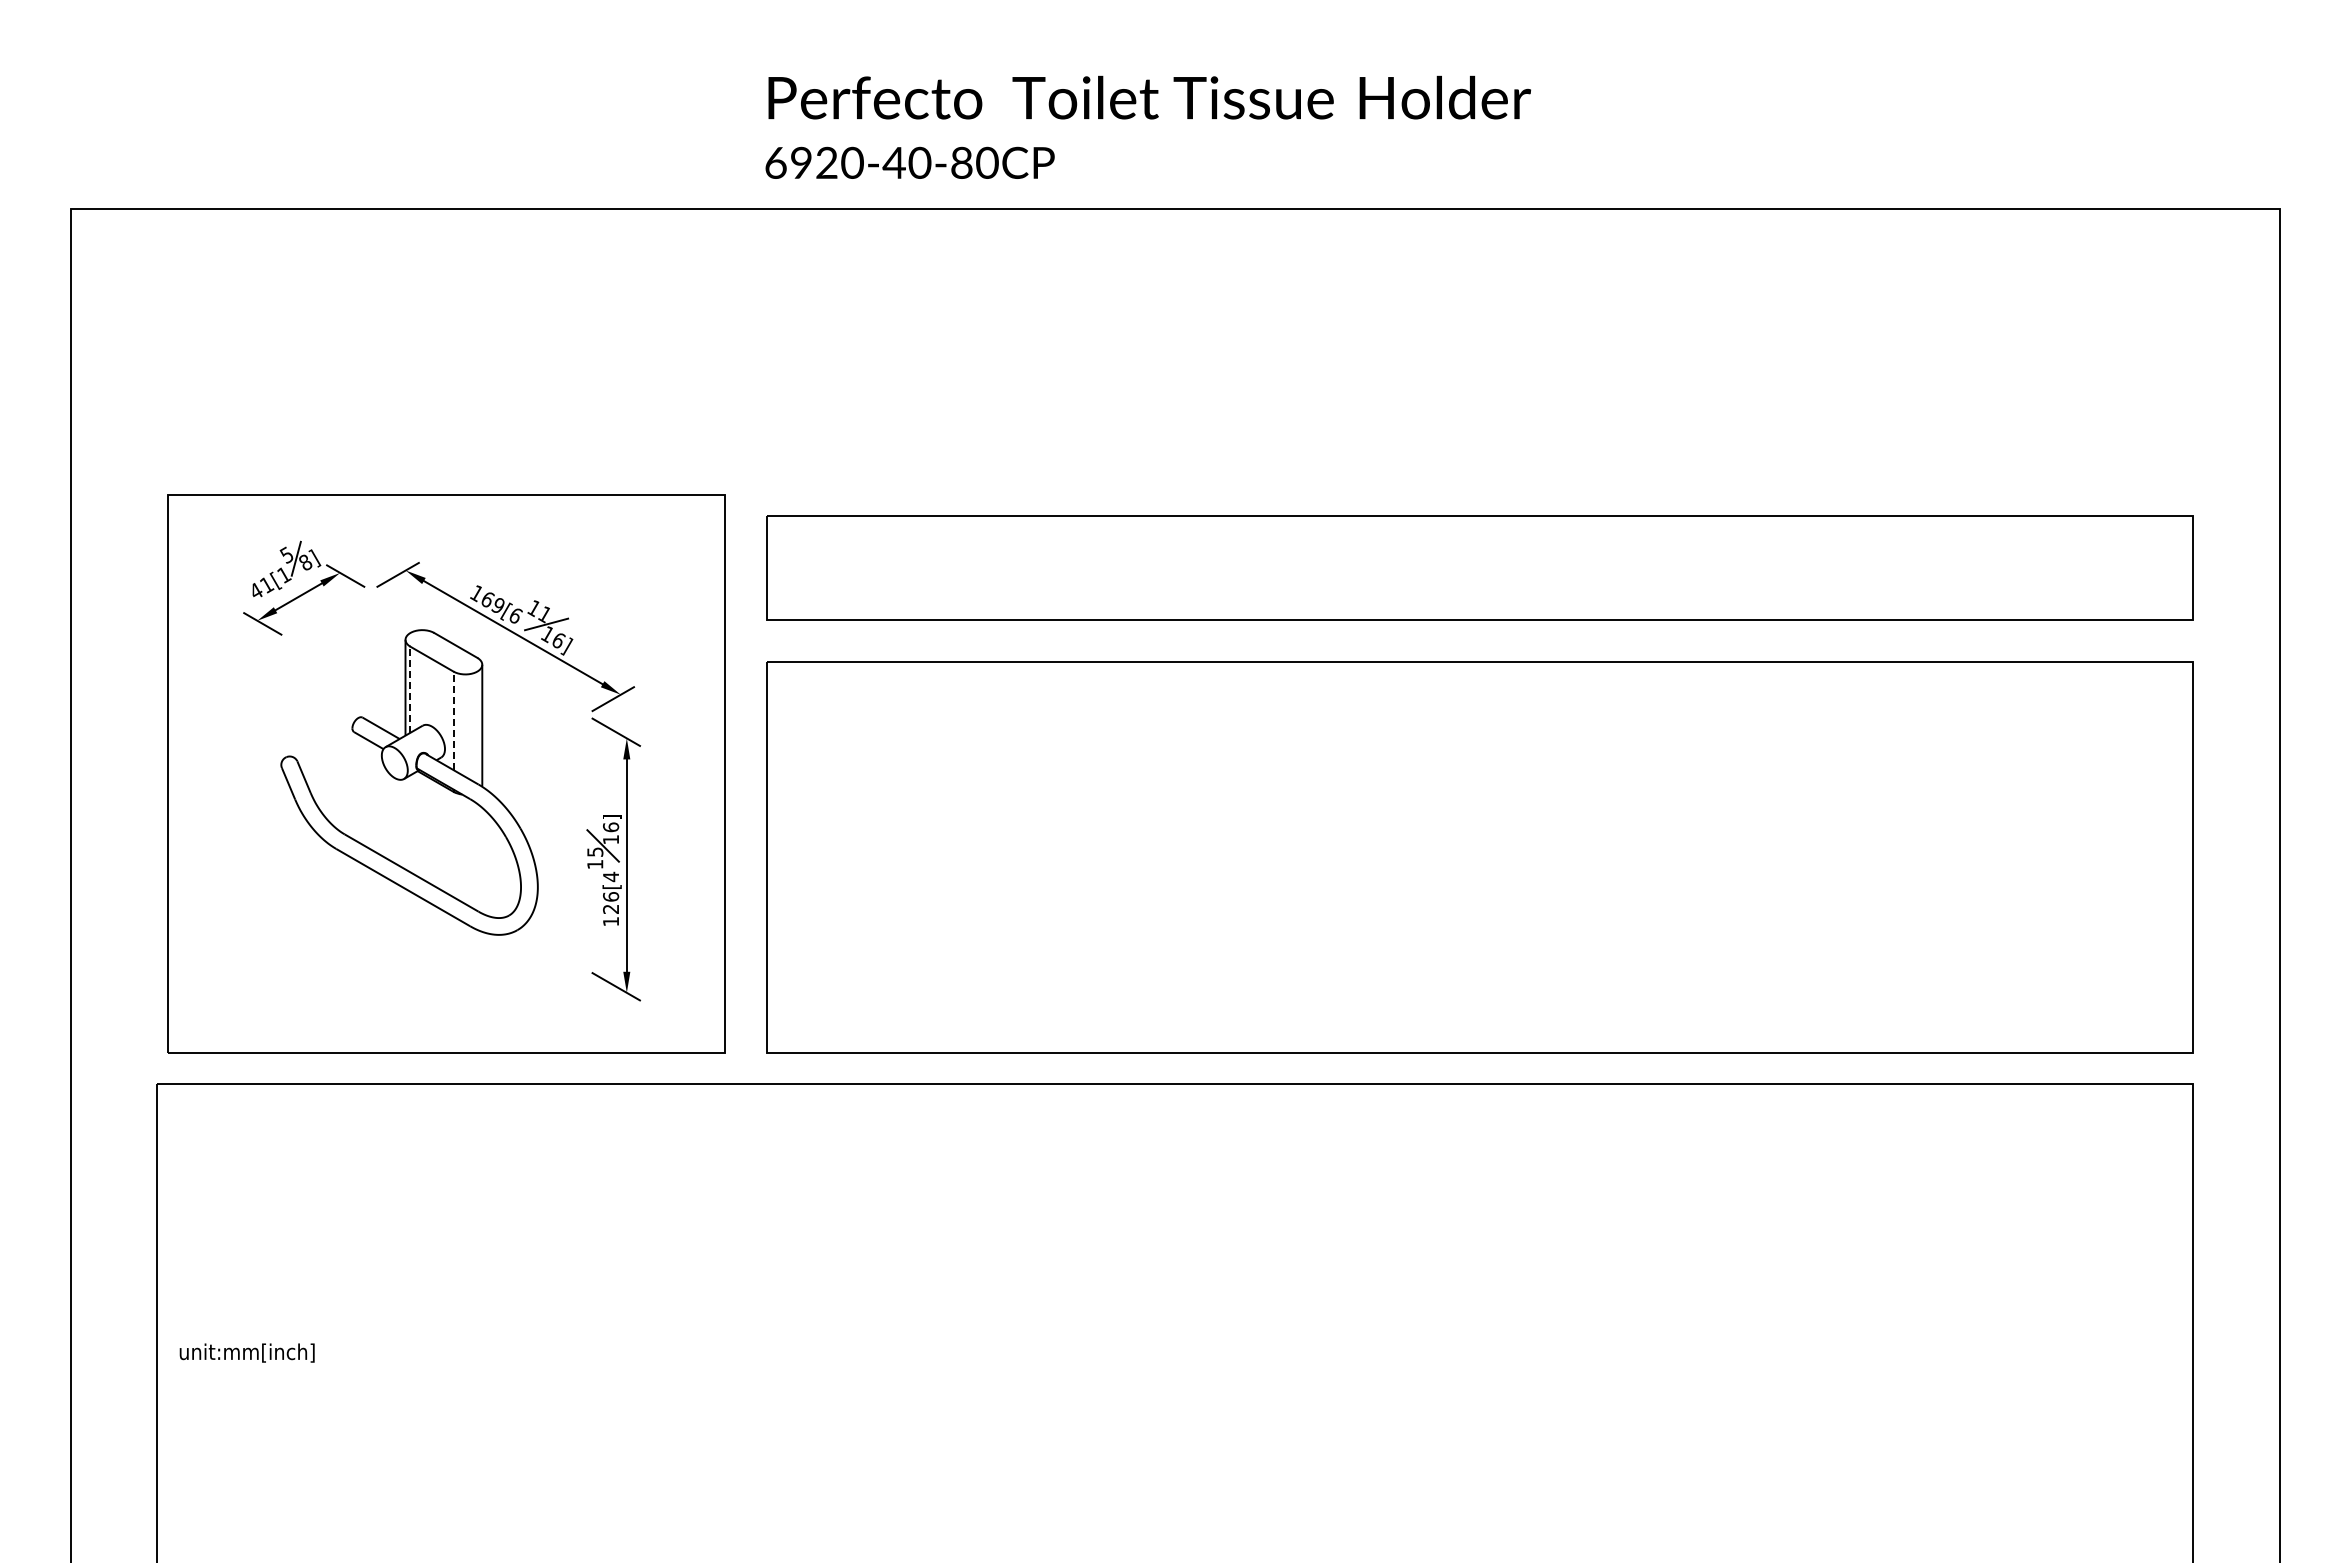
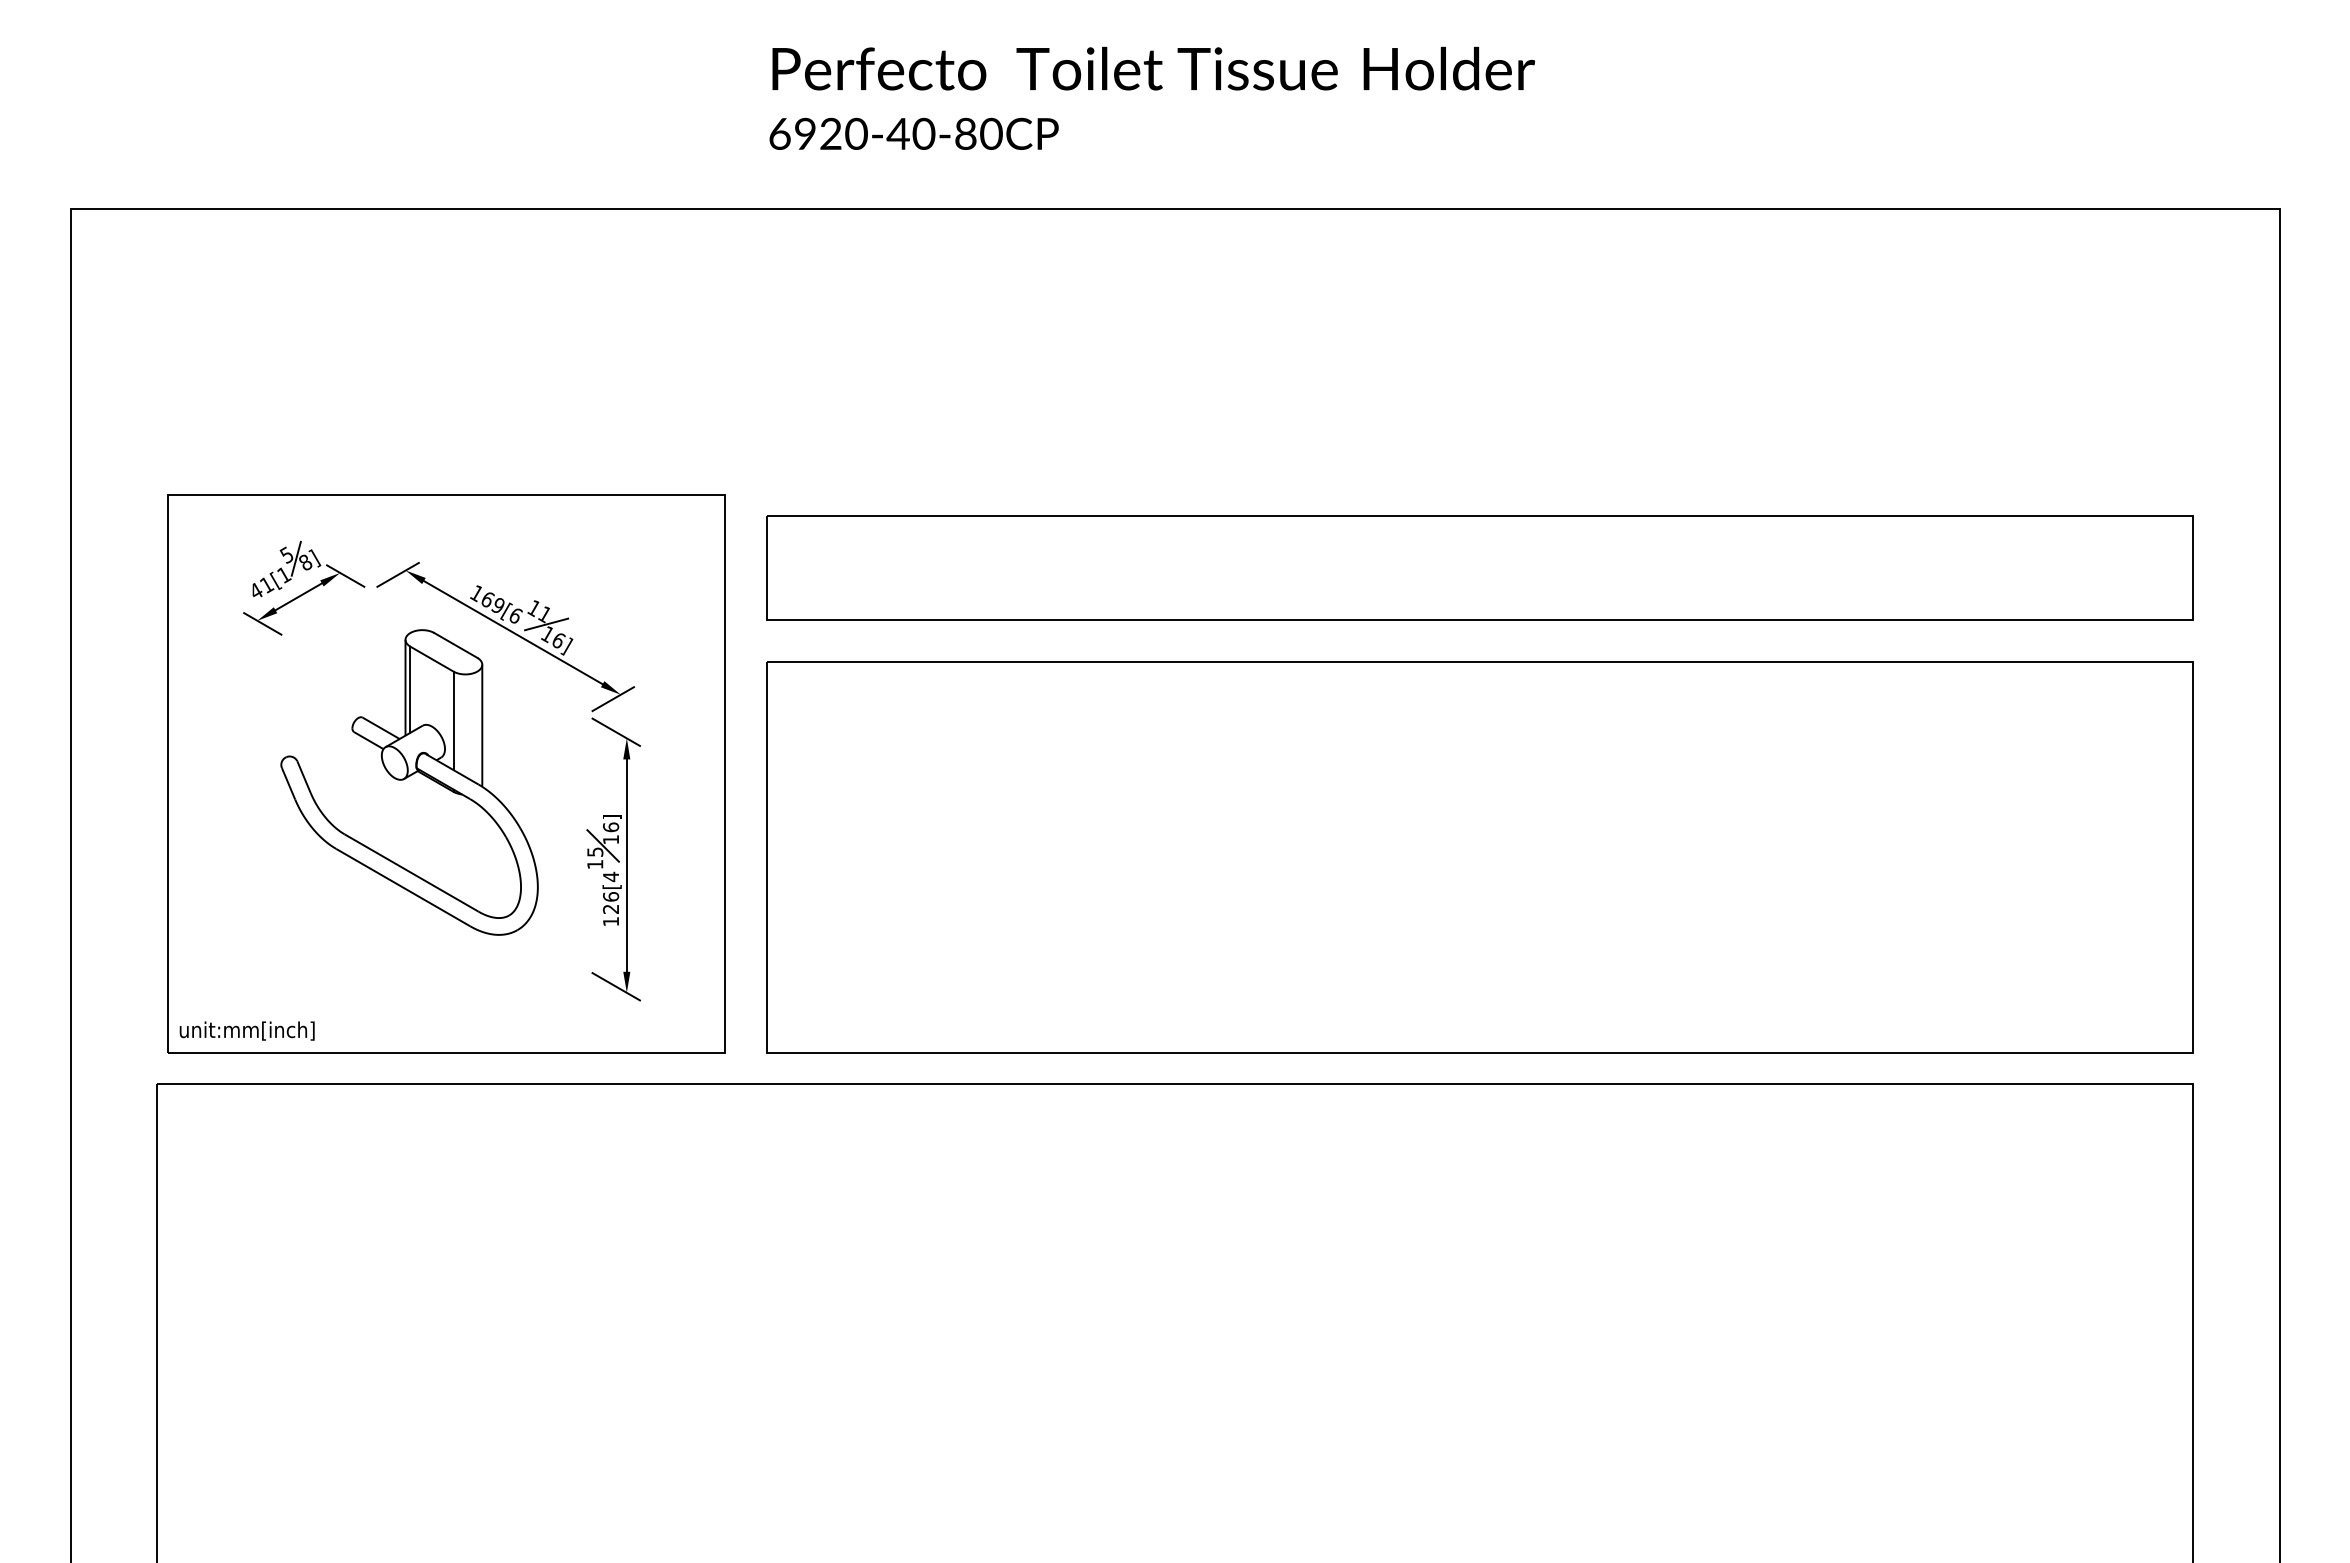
text at (1148, 126) position: (1148, 126) -> (1152, 97)
line at (410, 689): dashed -> solid
line at (453, 720): dashed -> solid
text at (246, 1352) position: (246, 1352) -> (246, 1030)
